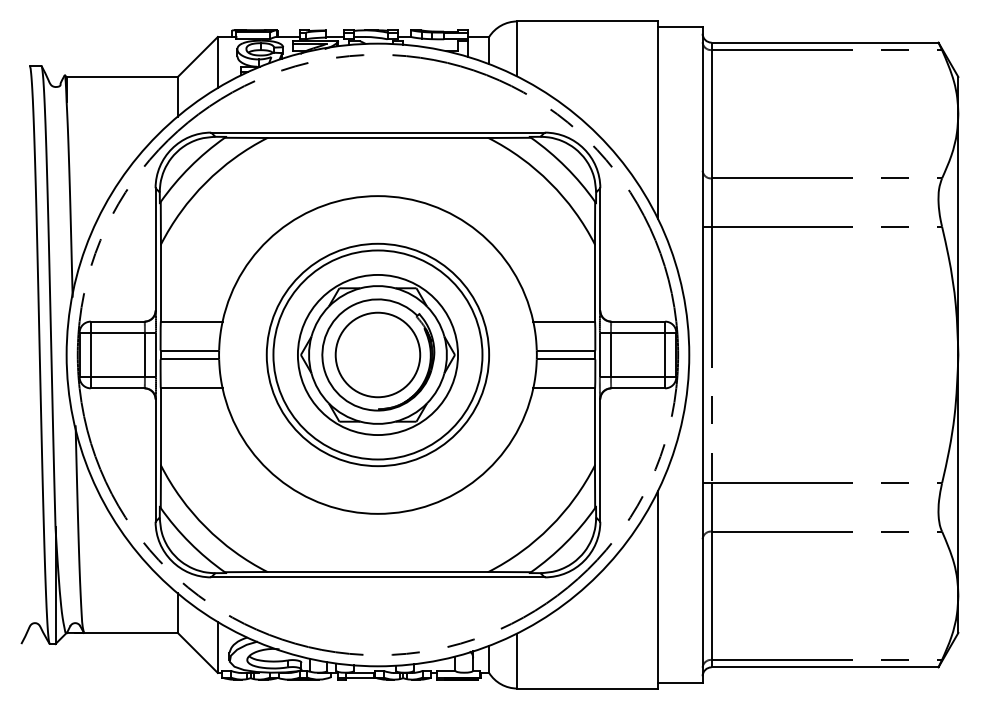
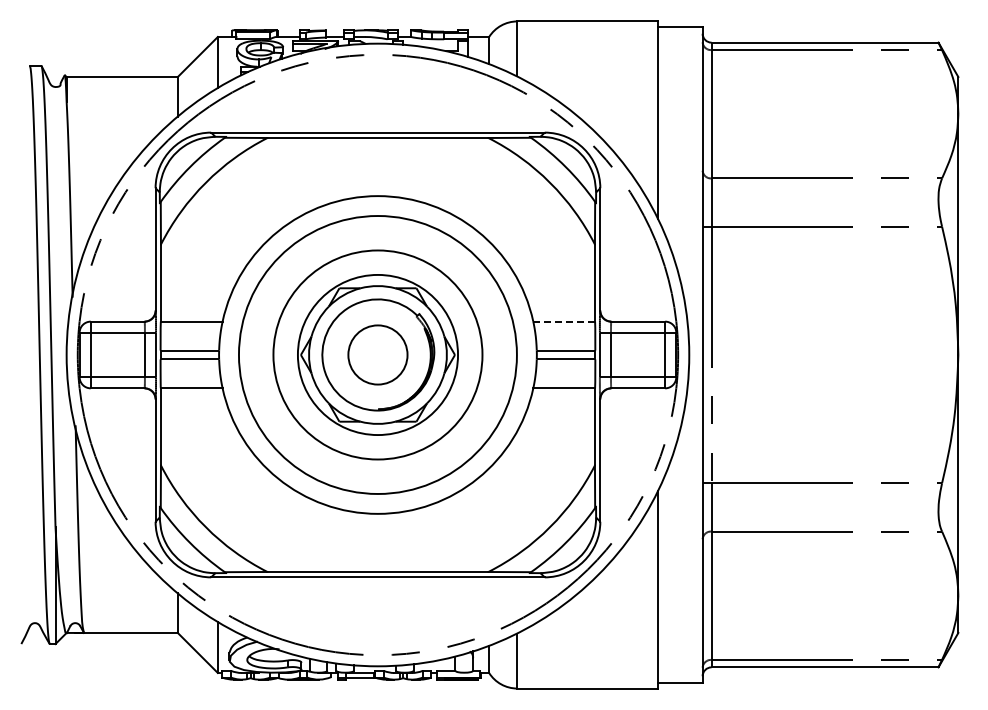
line at (564, 321): solid -> dashed
circle at (377, 354) diameter: 222 px -> 278 px
circle at (377, 354) diameter: 85 px -> 59 px
